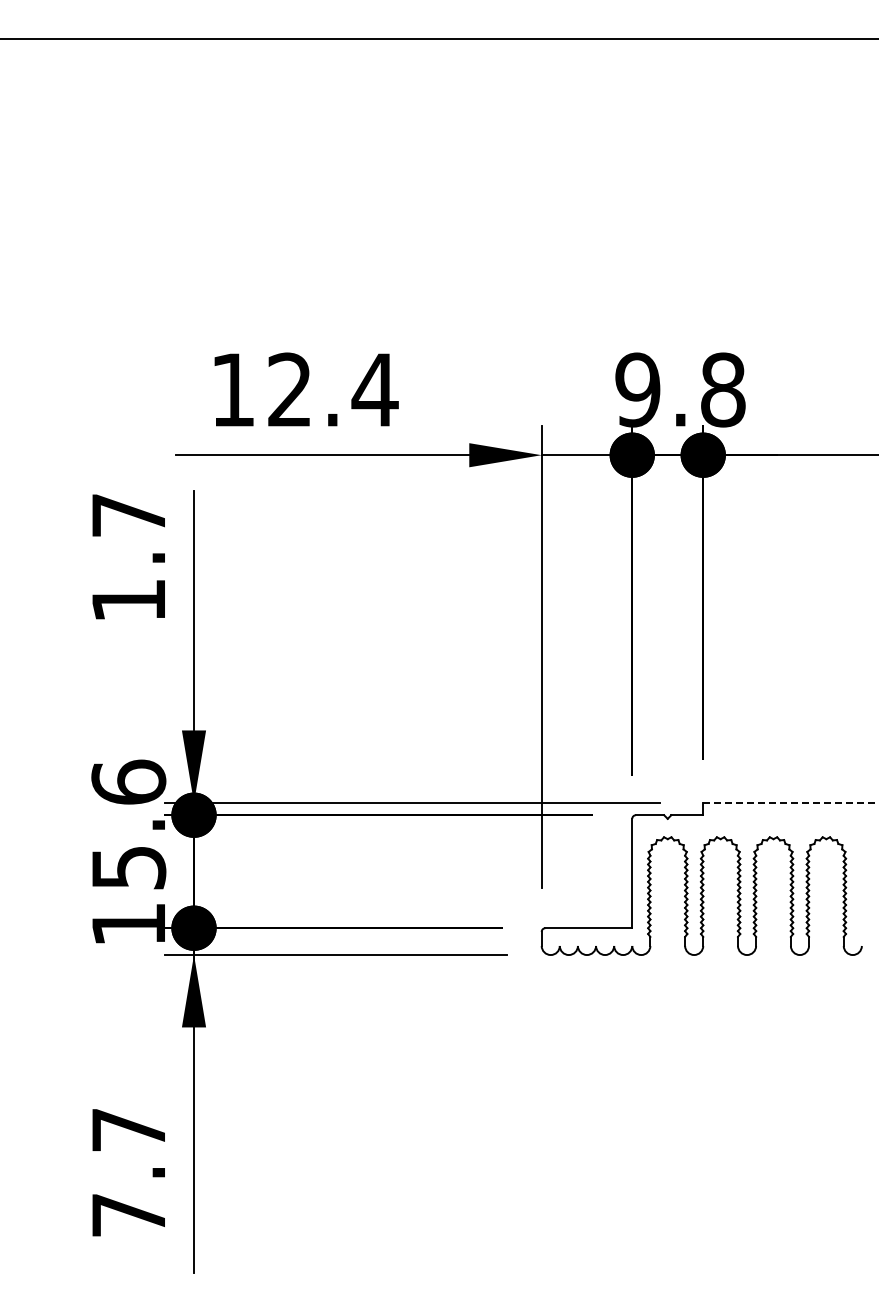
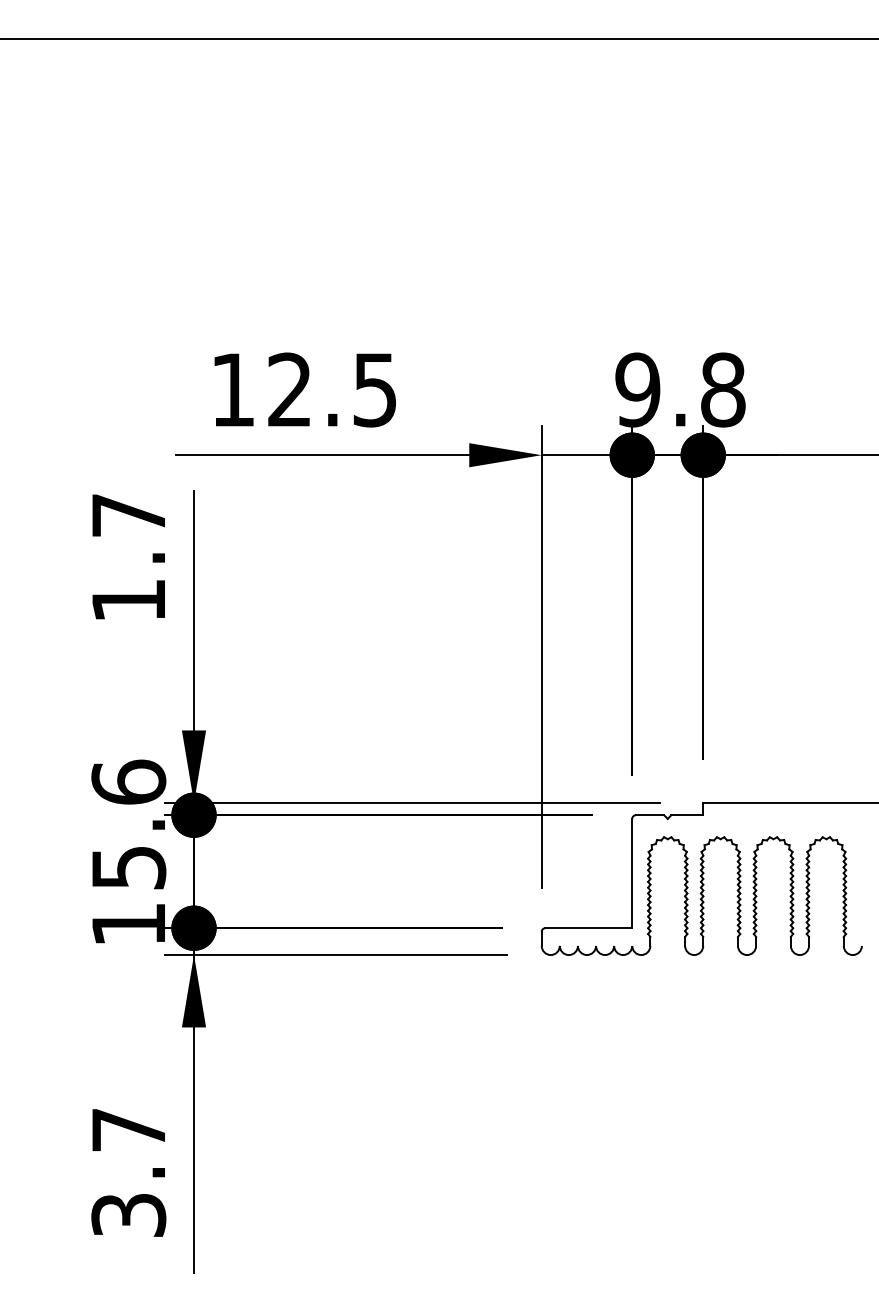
text at (374, 390): 12.4 -> 12.5
line at (791, 802): dashed -> solid
text at (128, 1215): 7.7 -> 3.7
